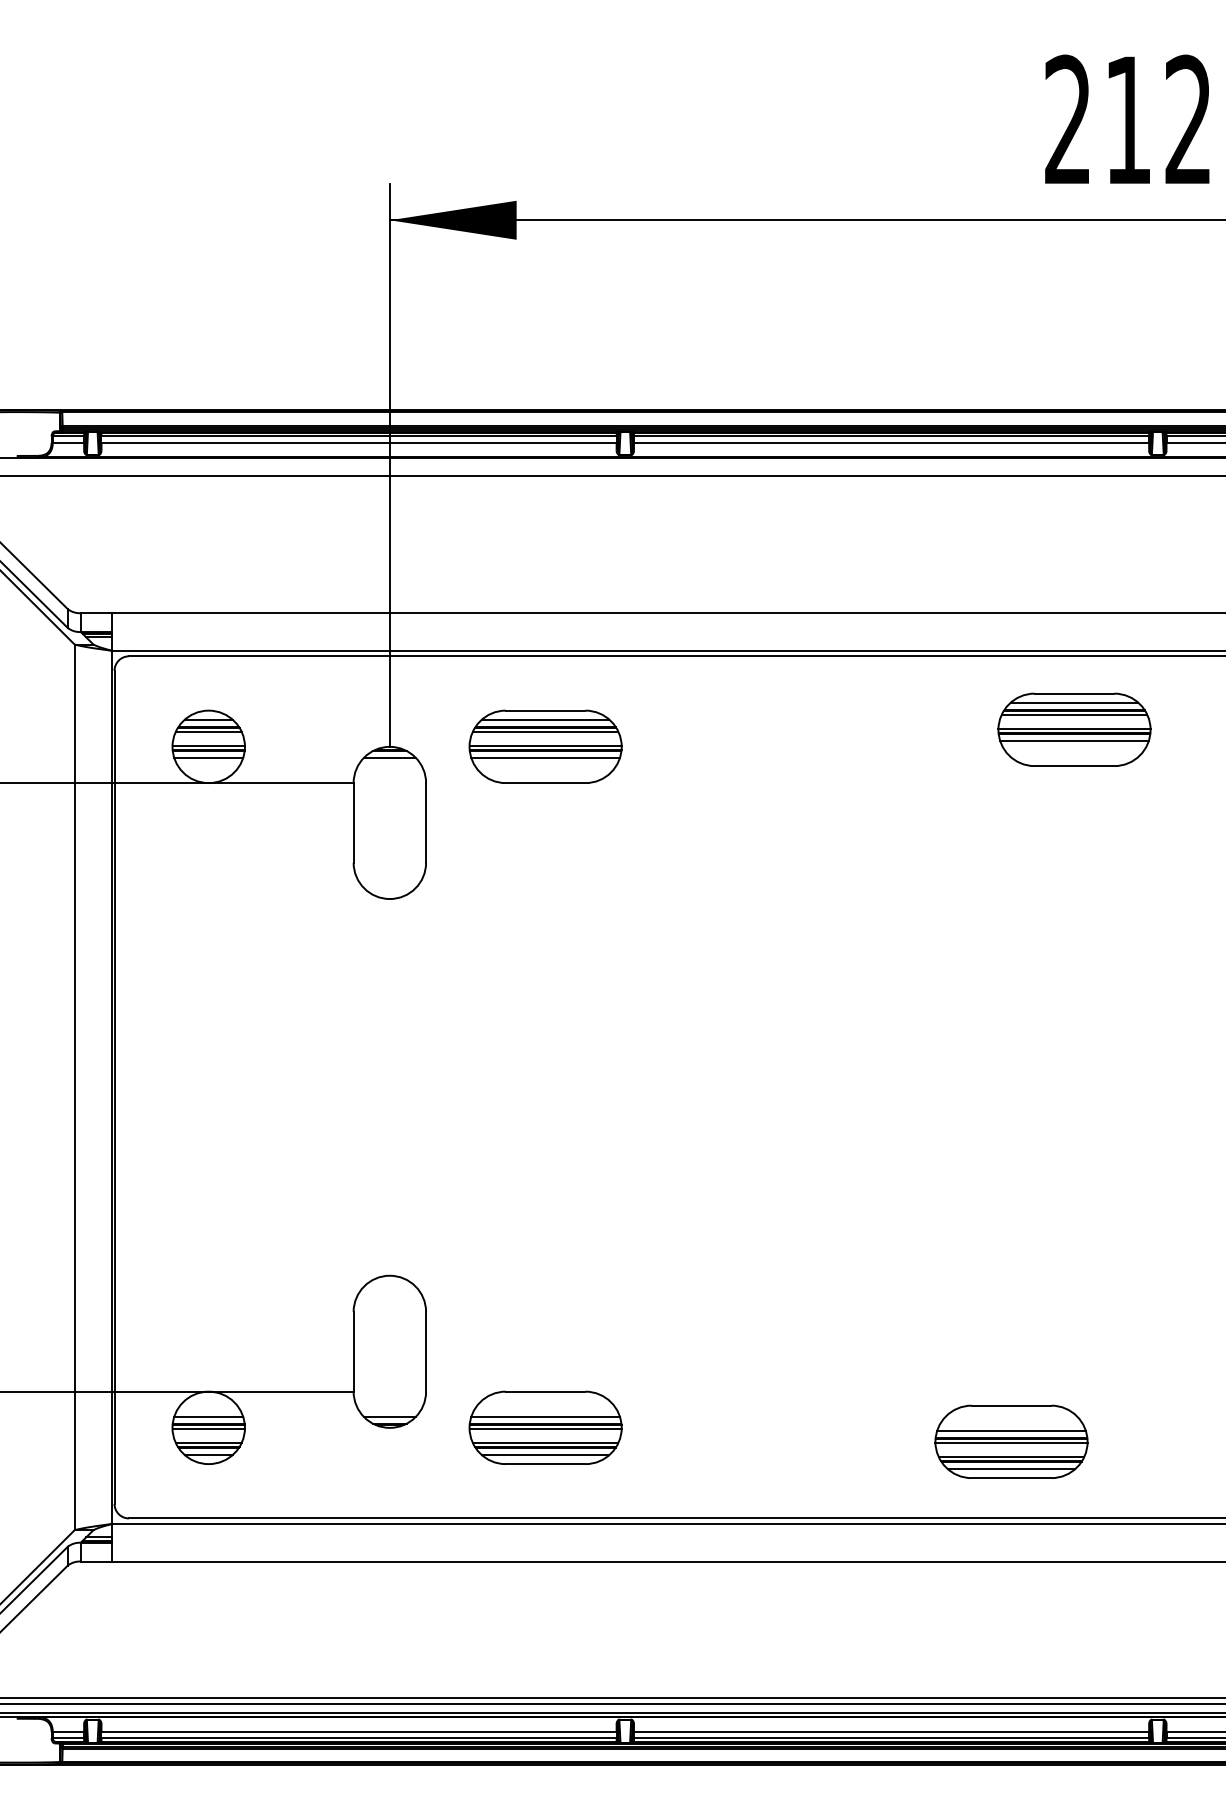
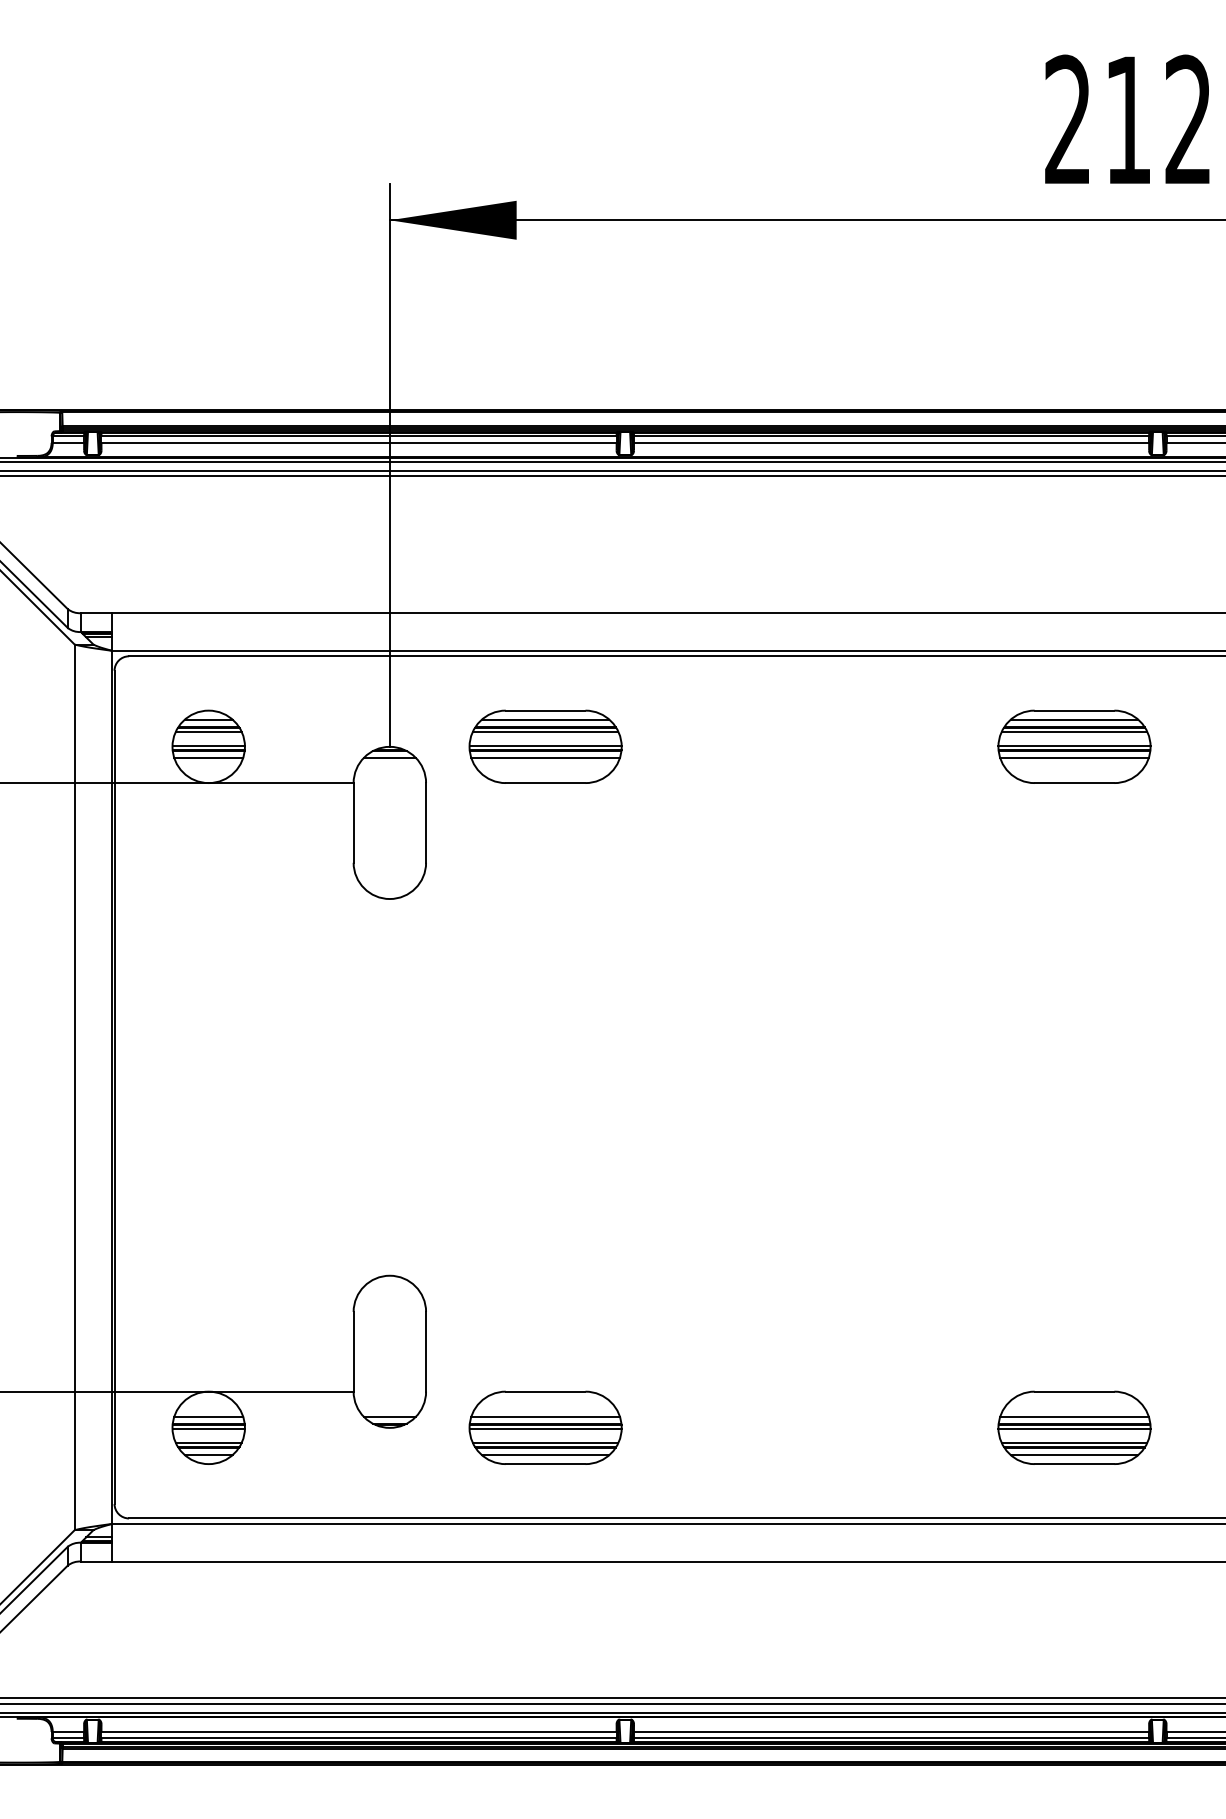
line at (612, 461): none -> present
line at (612, 470): none -> present
part at (1074, 729) position: (1074, 729) -> (1074, 746)
part at (1011, 1441) position: (1011, 1441) -> (1074, 1427)
